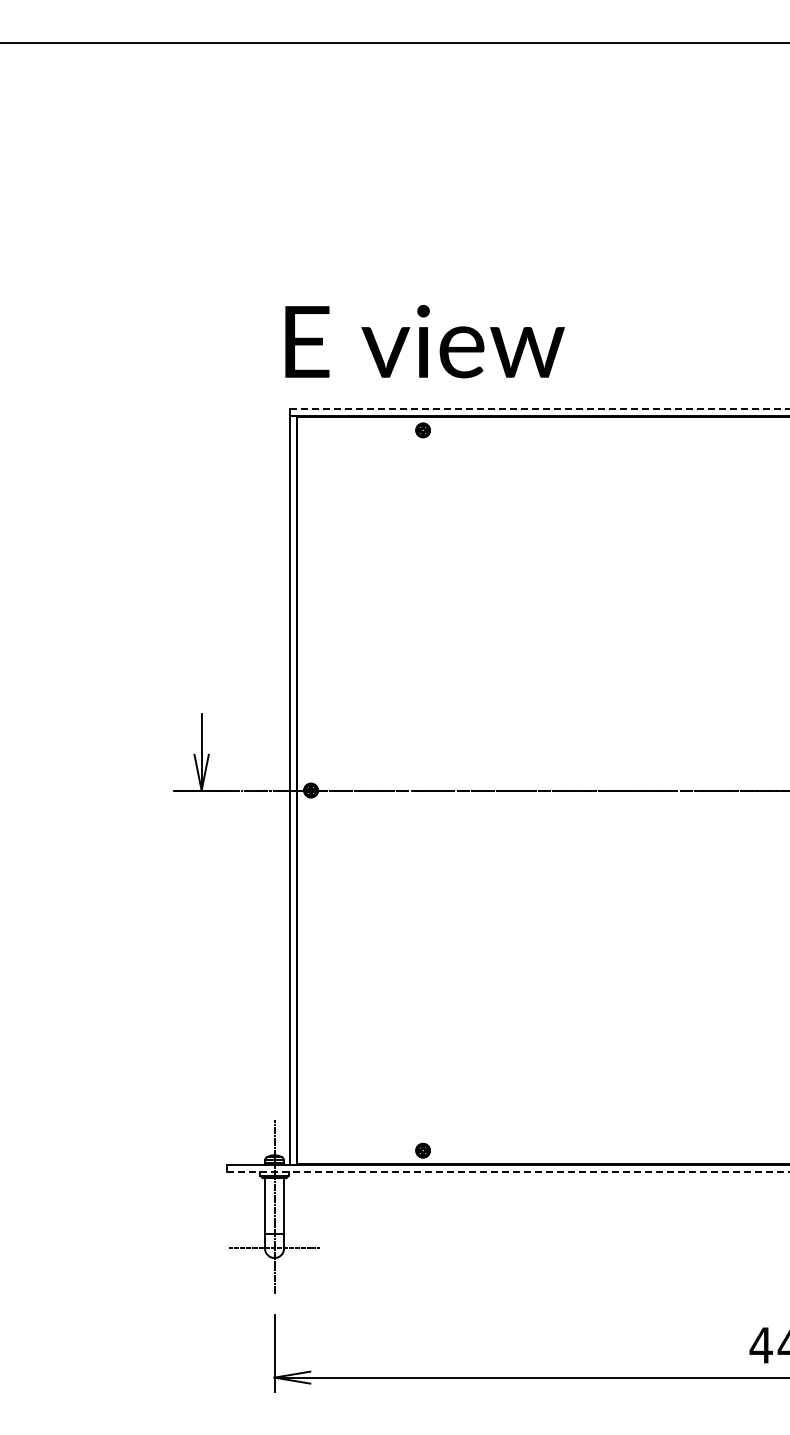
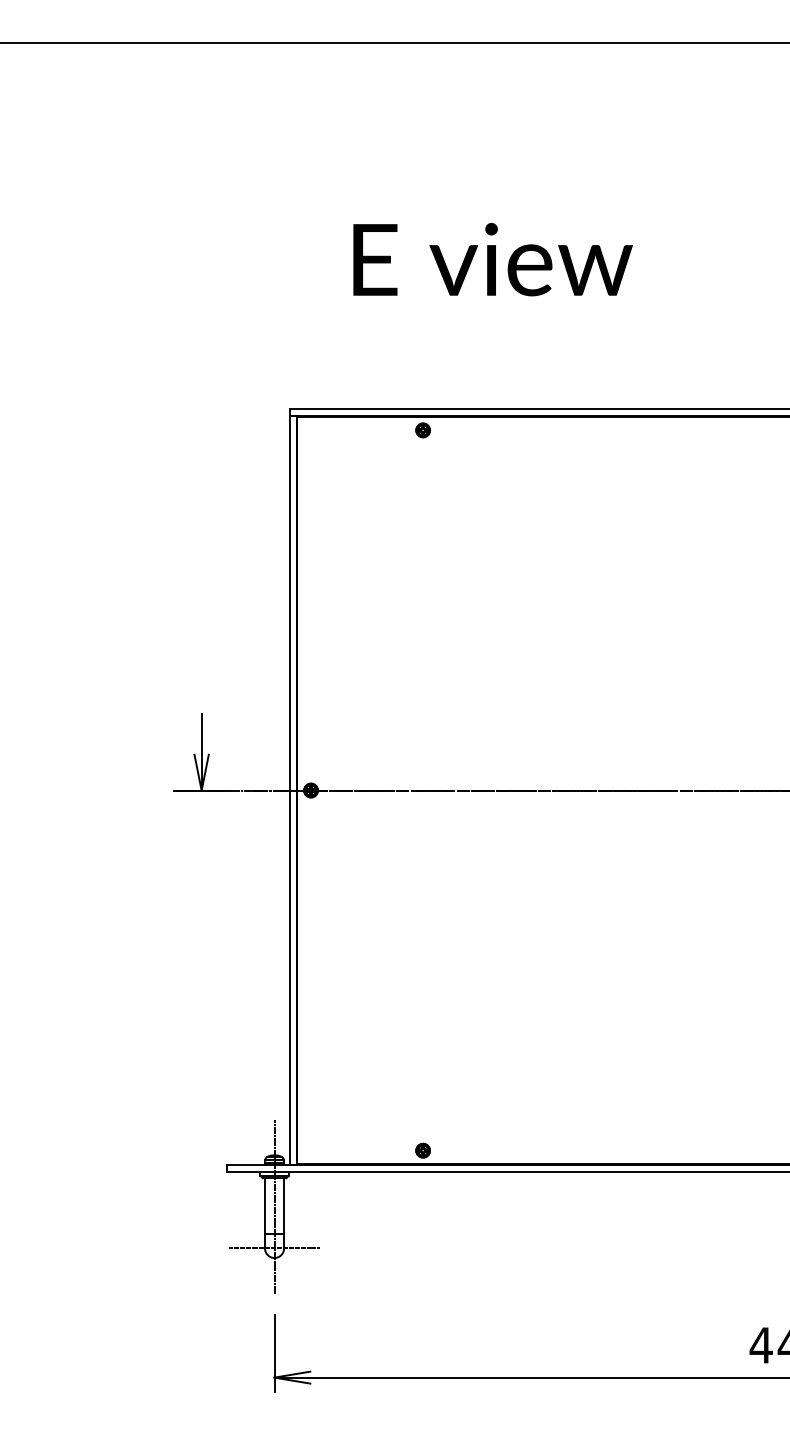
text at (424, 341) position: (424, 341) -> (492, 259)
line at (539, 408): dashed -> solid
line at (507, 1172): dashed -> solid
